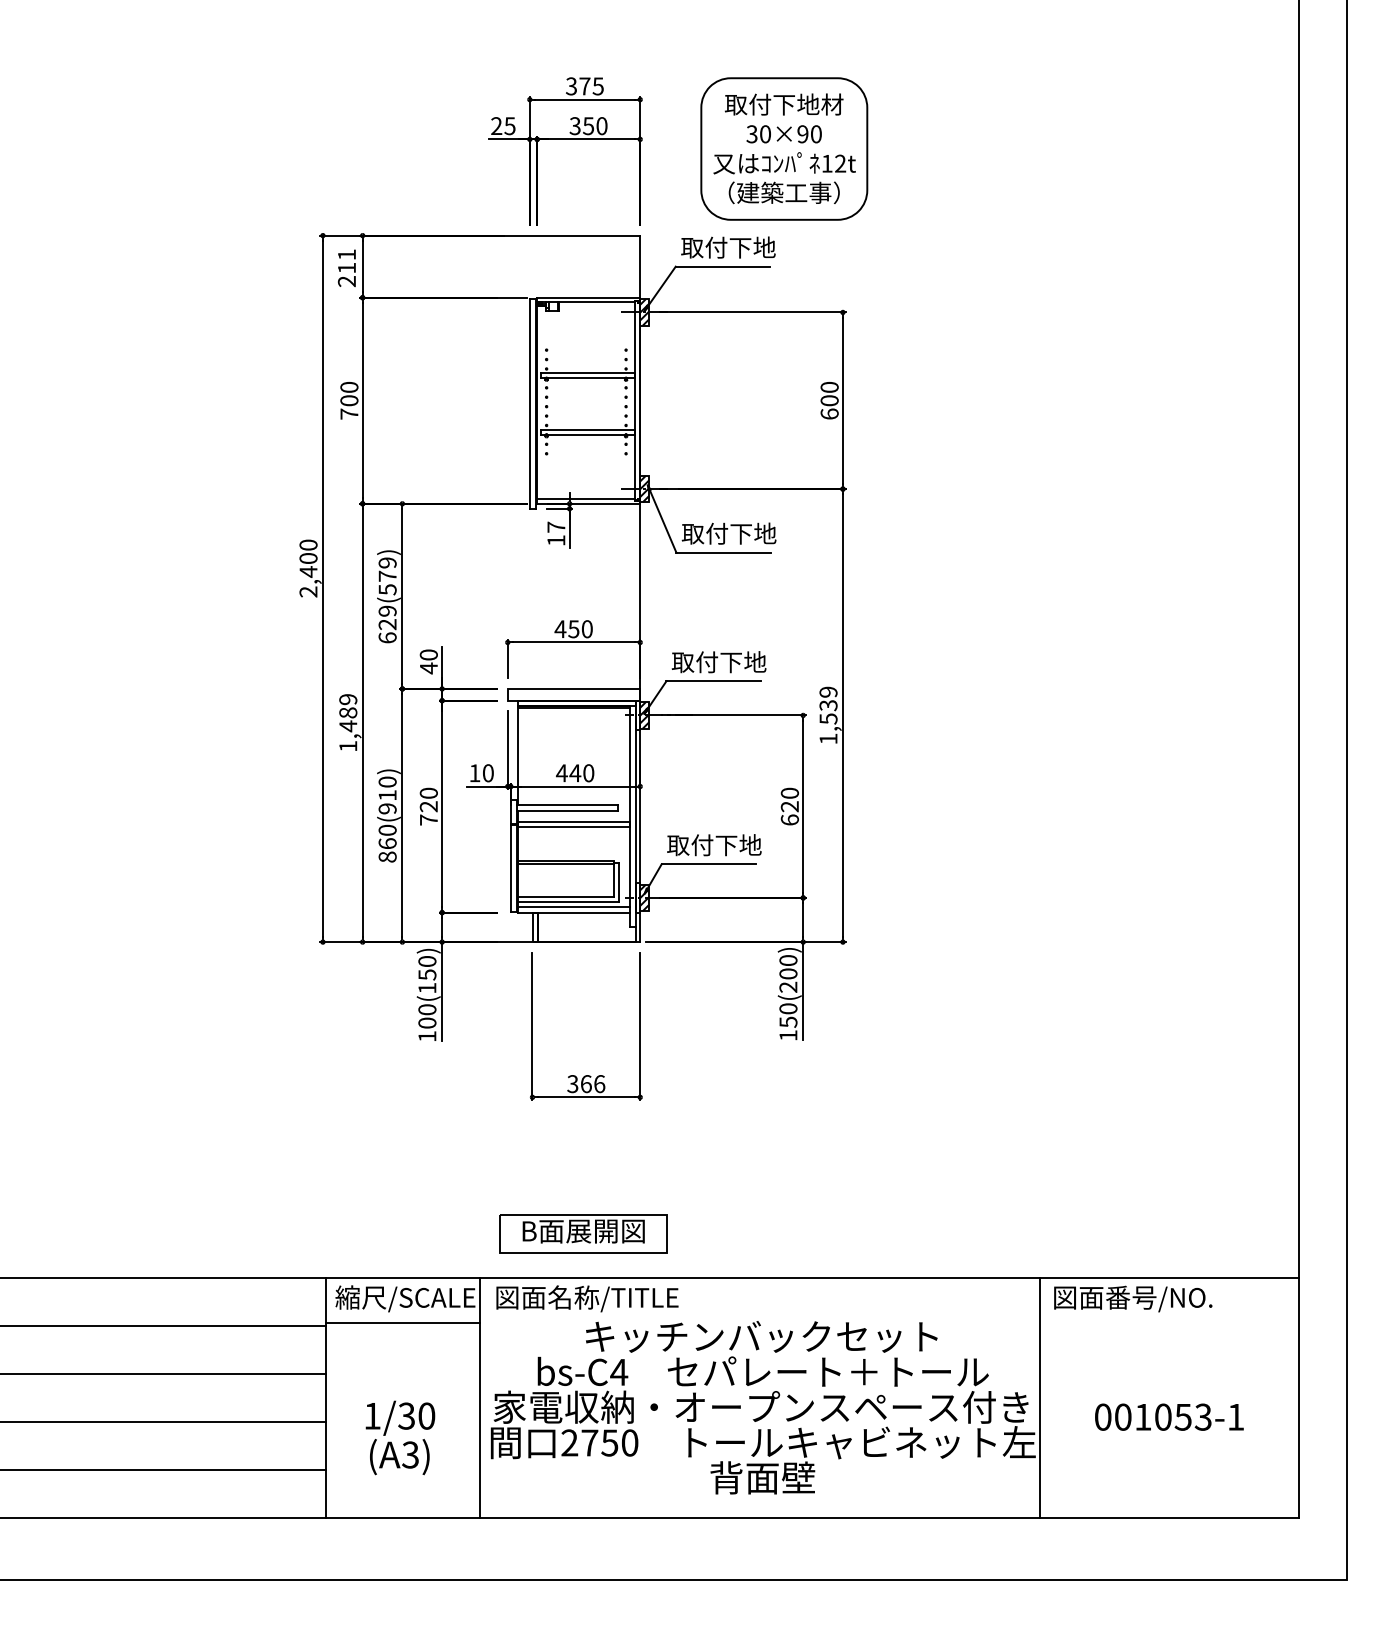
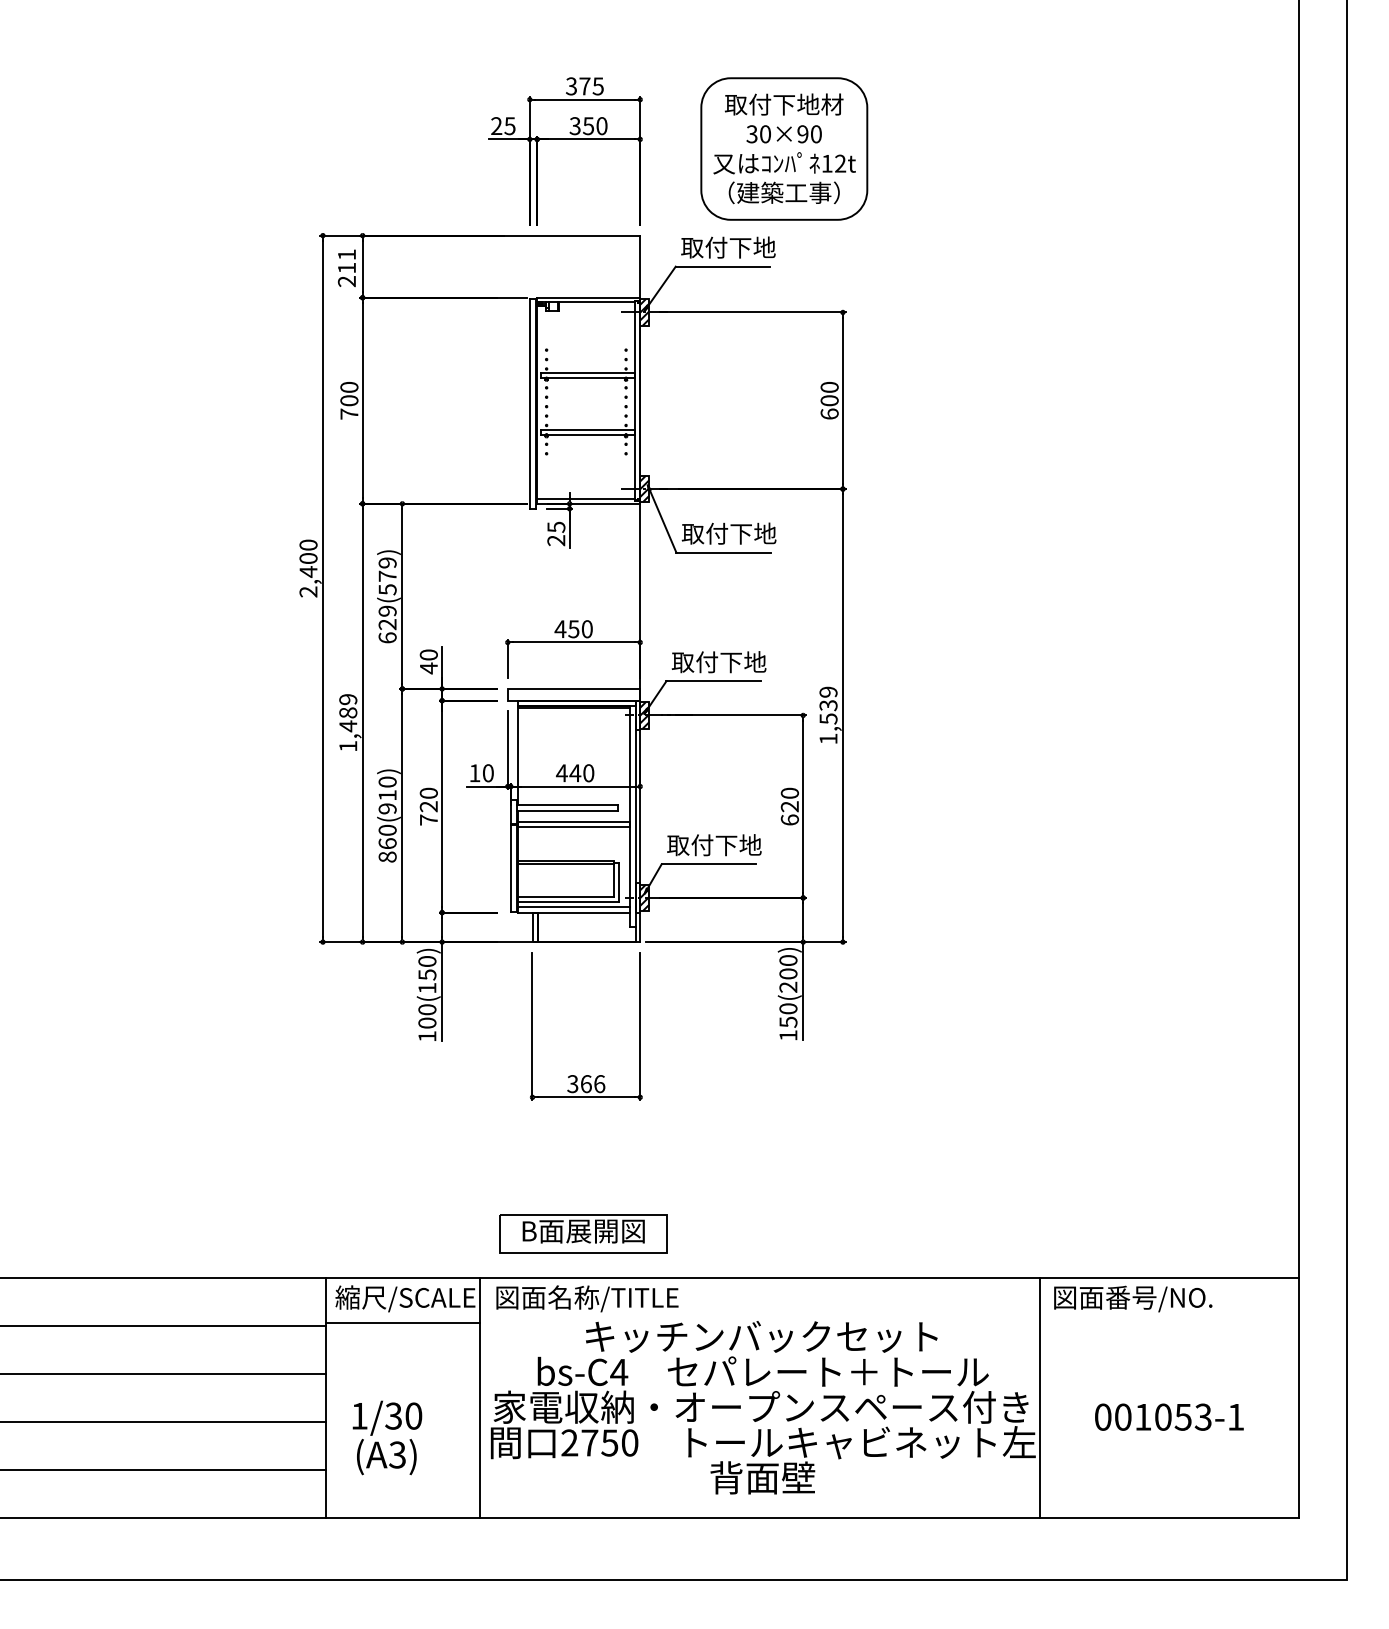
text at (556, 533): 17 -> 25
text at (400, 1437) position: (400, 1437) -> (387, 1437)
